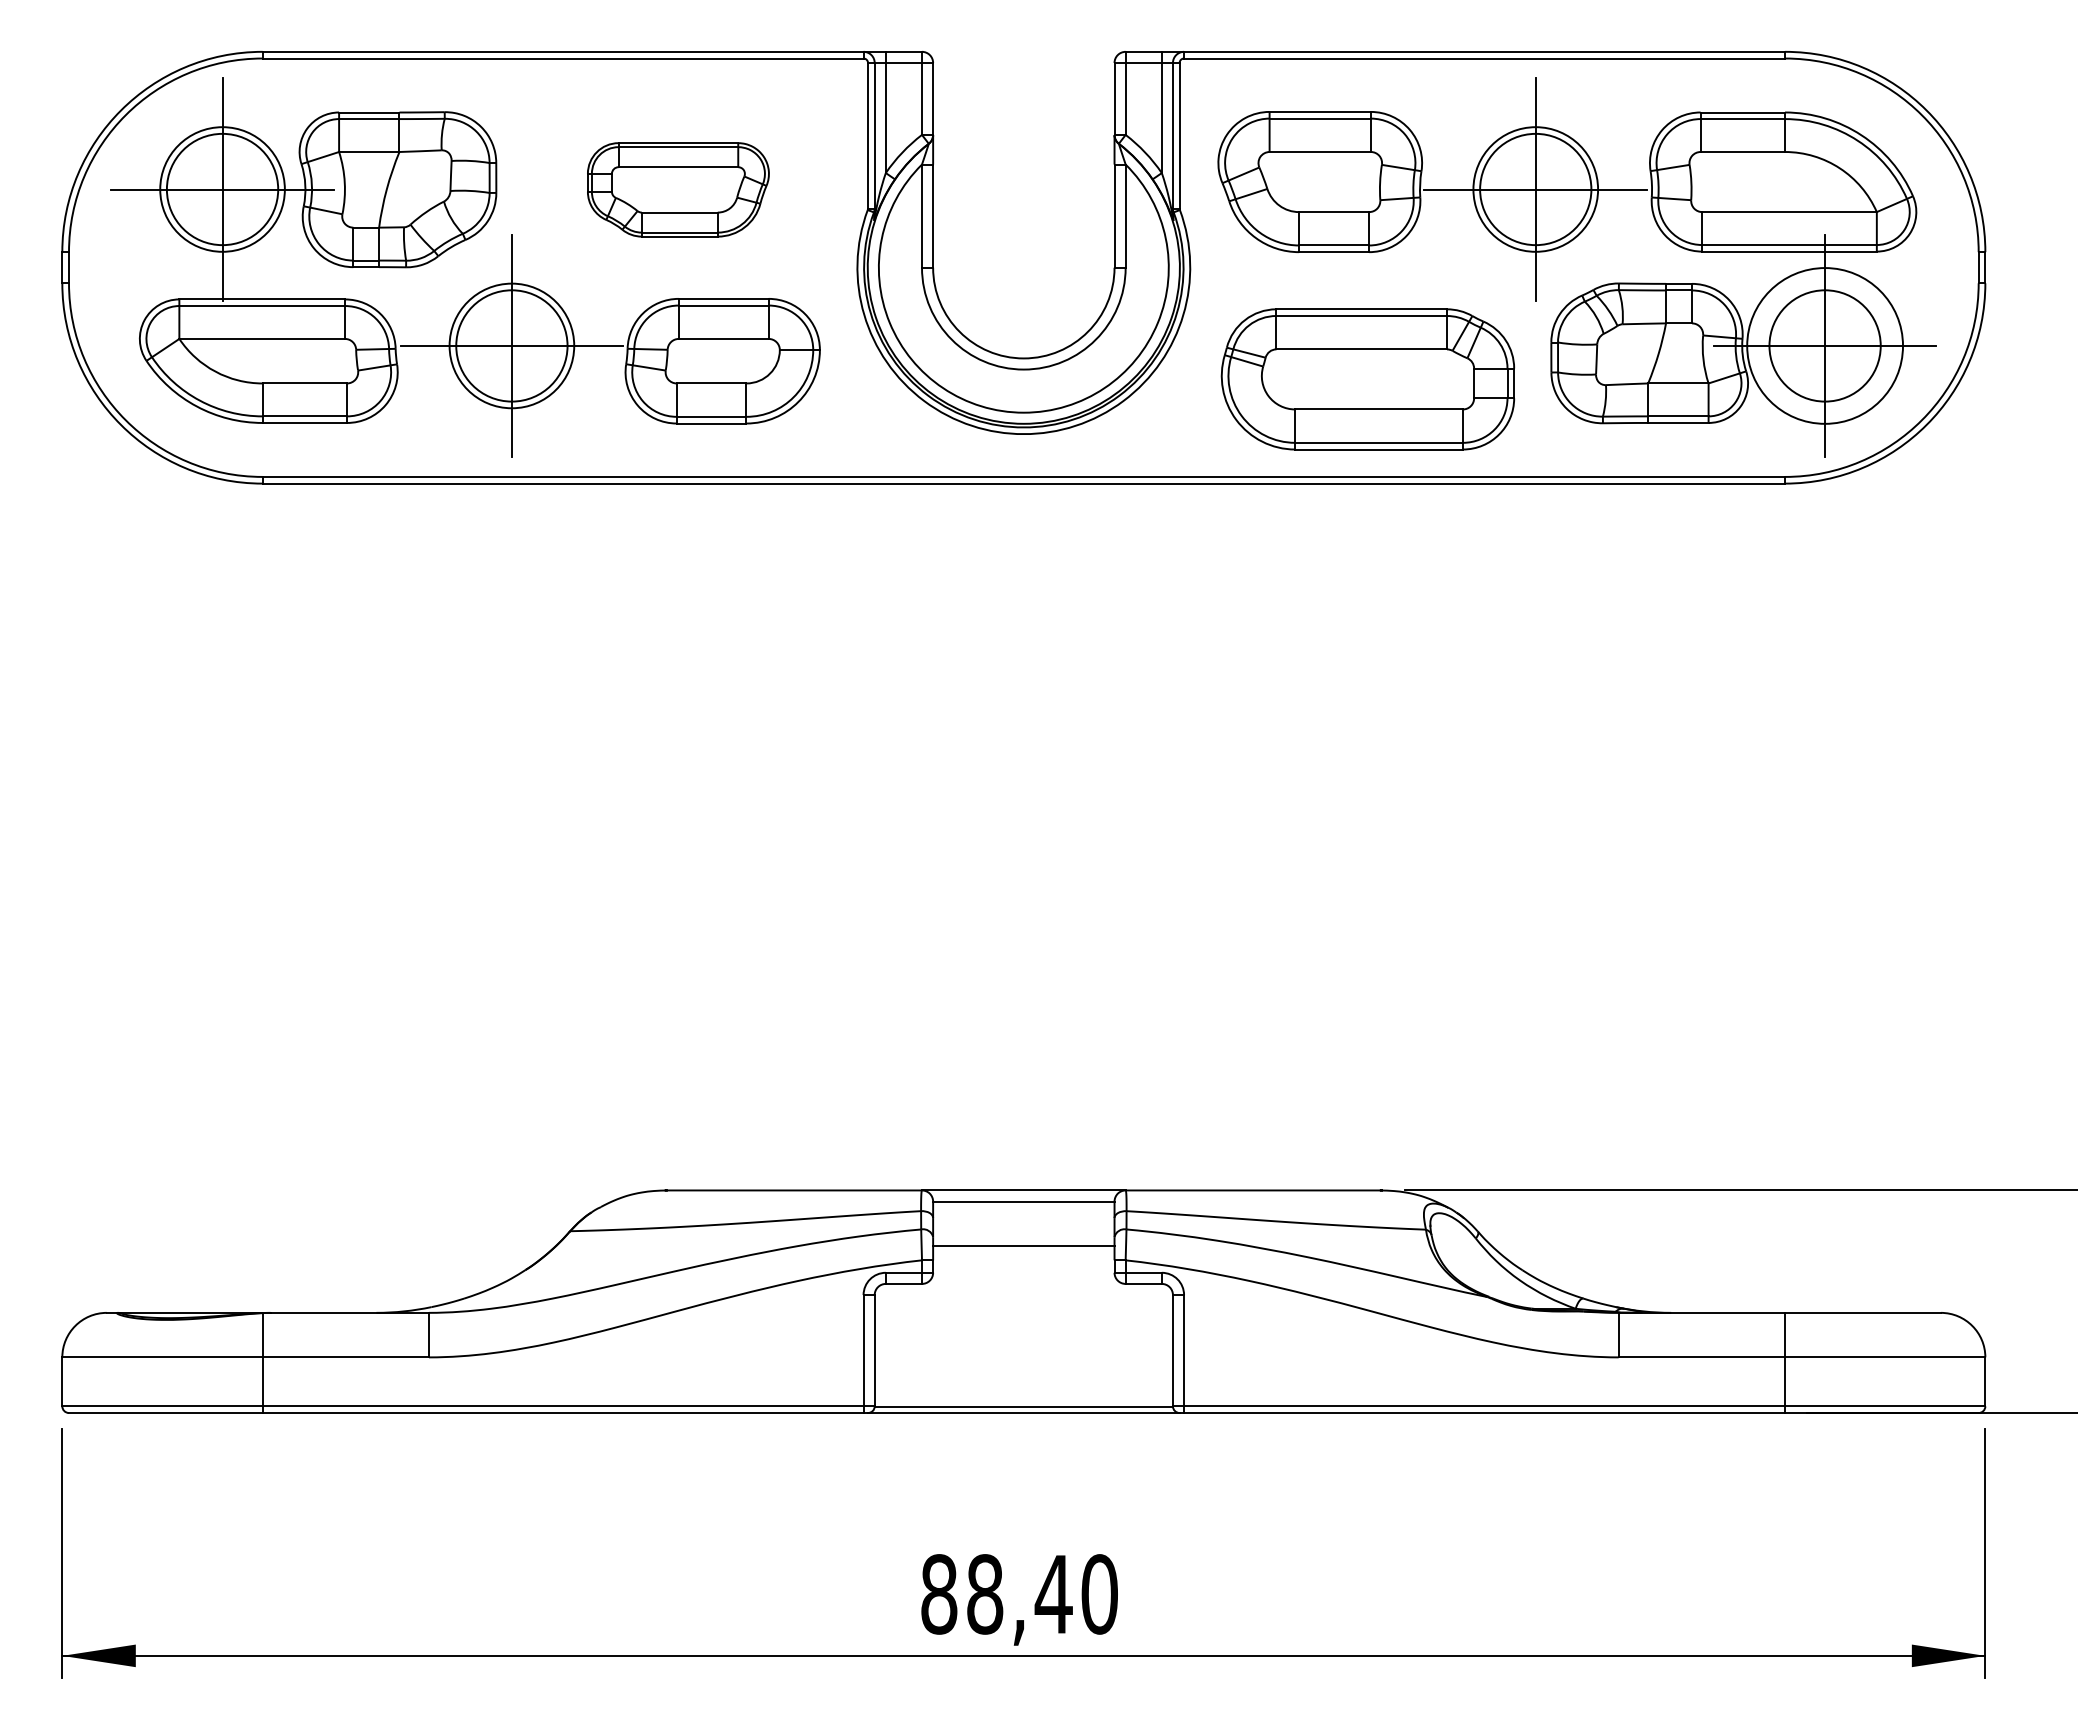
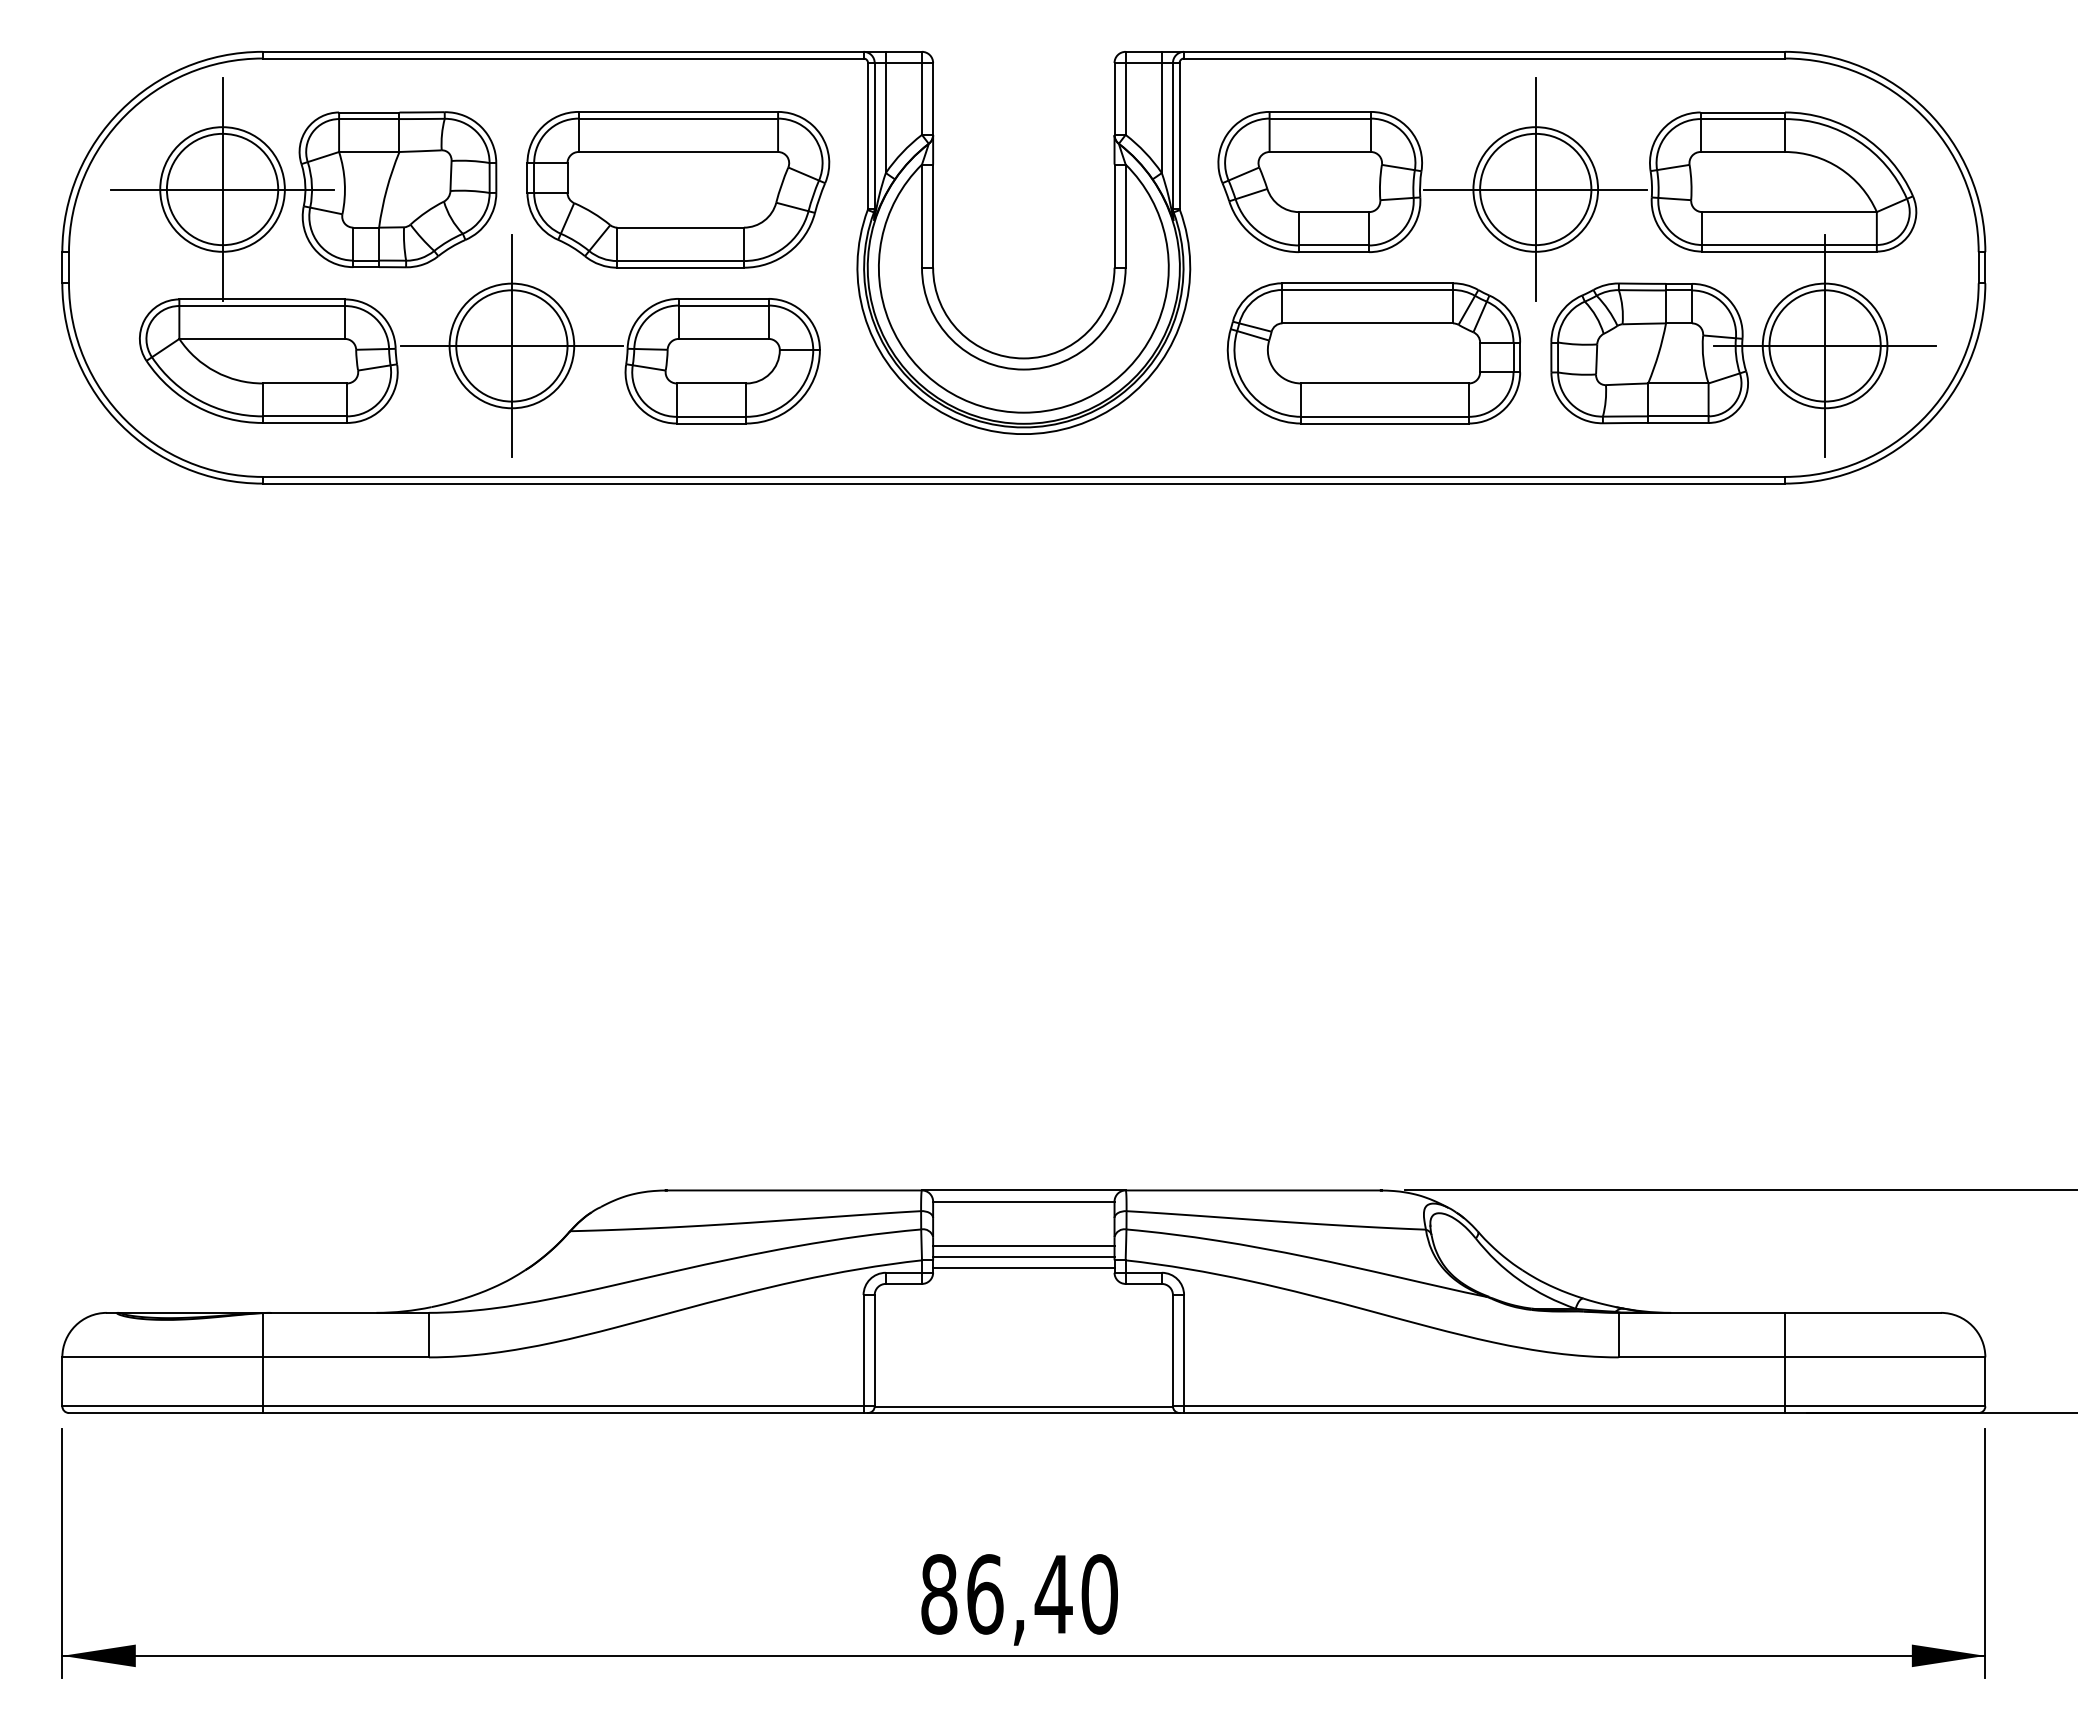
part at (678, 189) size: 183x96 px -> 305x158 px
circle at (1825, 345) diameter: 156 px -> 125 px
part at (1367, 379) position: (1367, 379) -> (1373, 353)
line at (1023, 1257): none -> present
line at (1023, 1268): none -> present
text at (985, 1594): 88,40 -> 86,40
